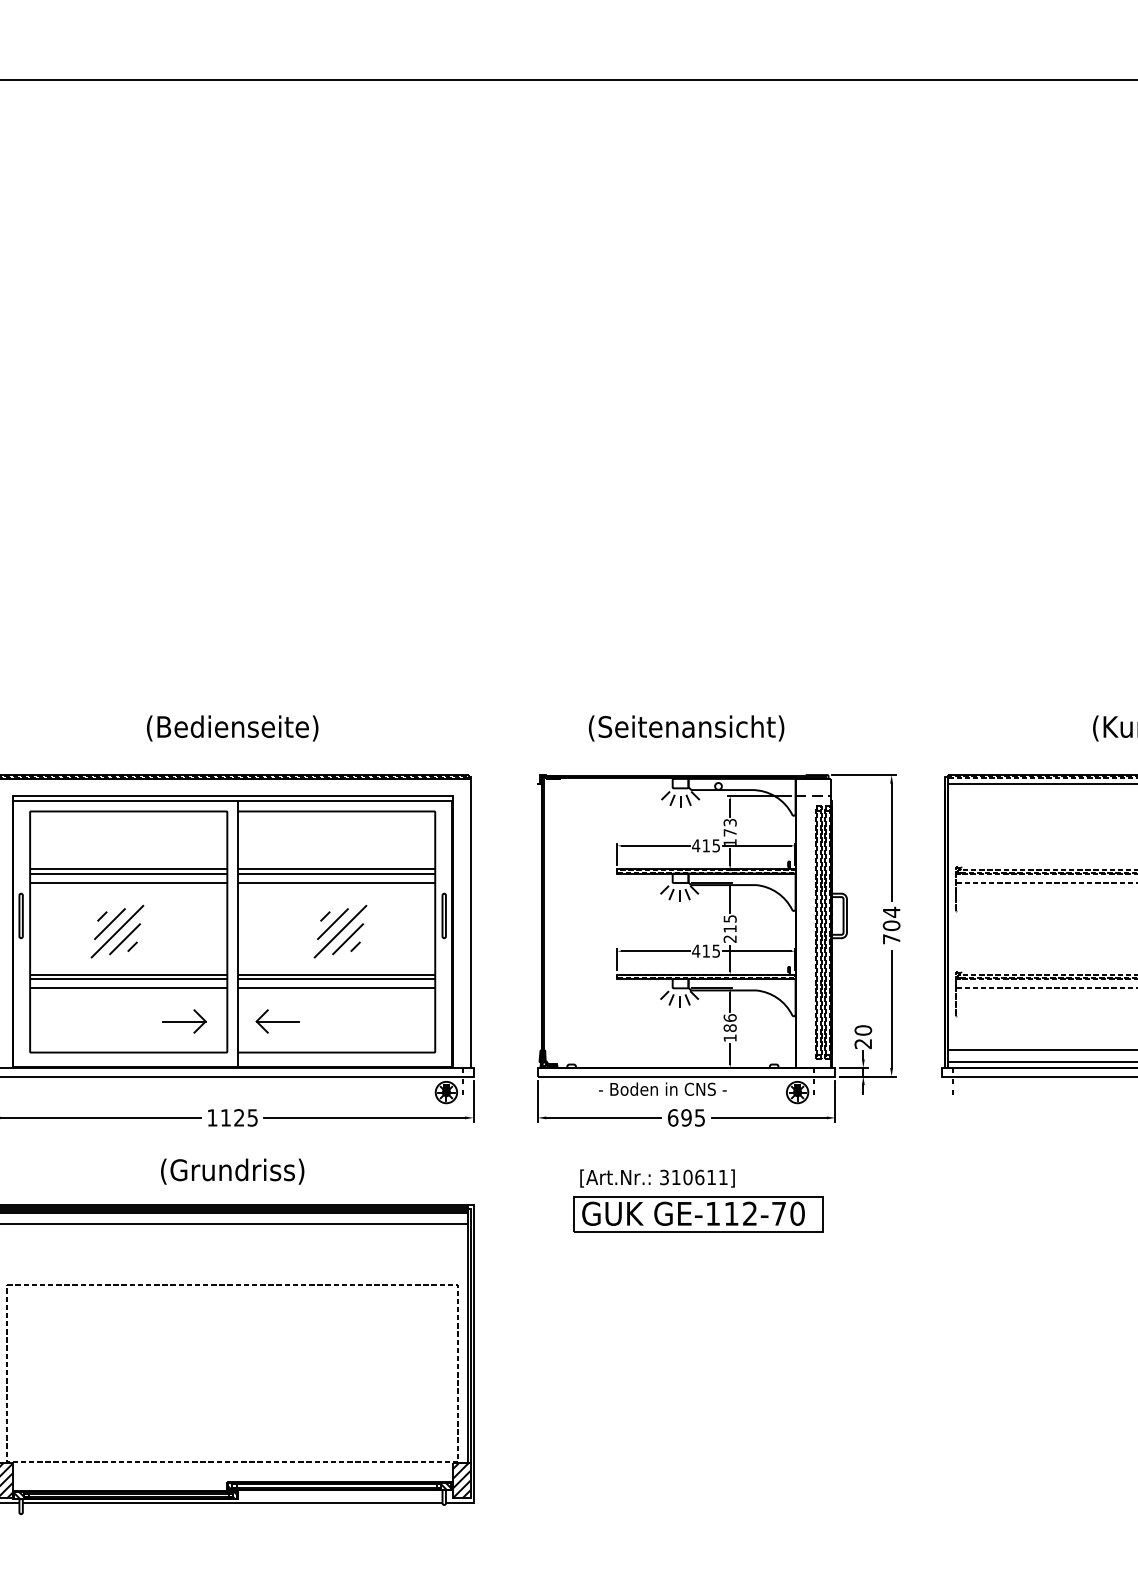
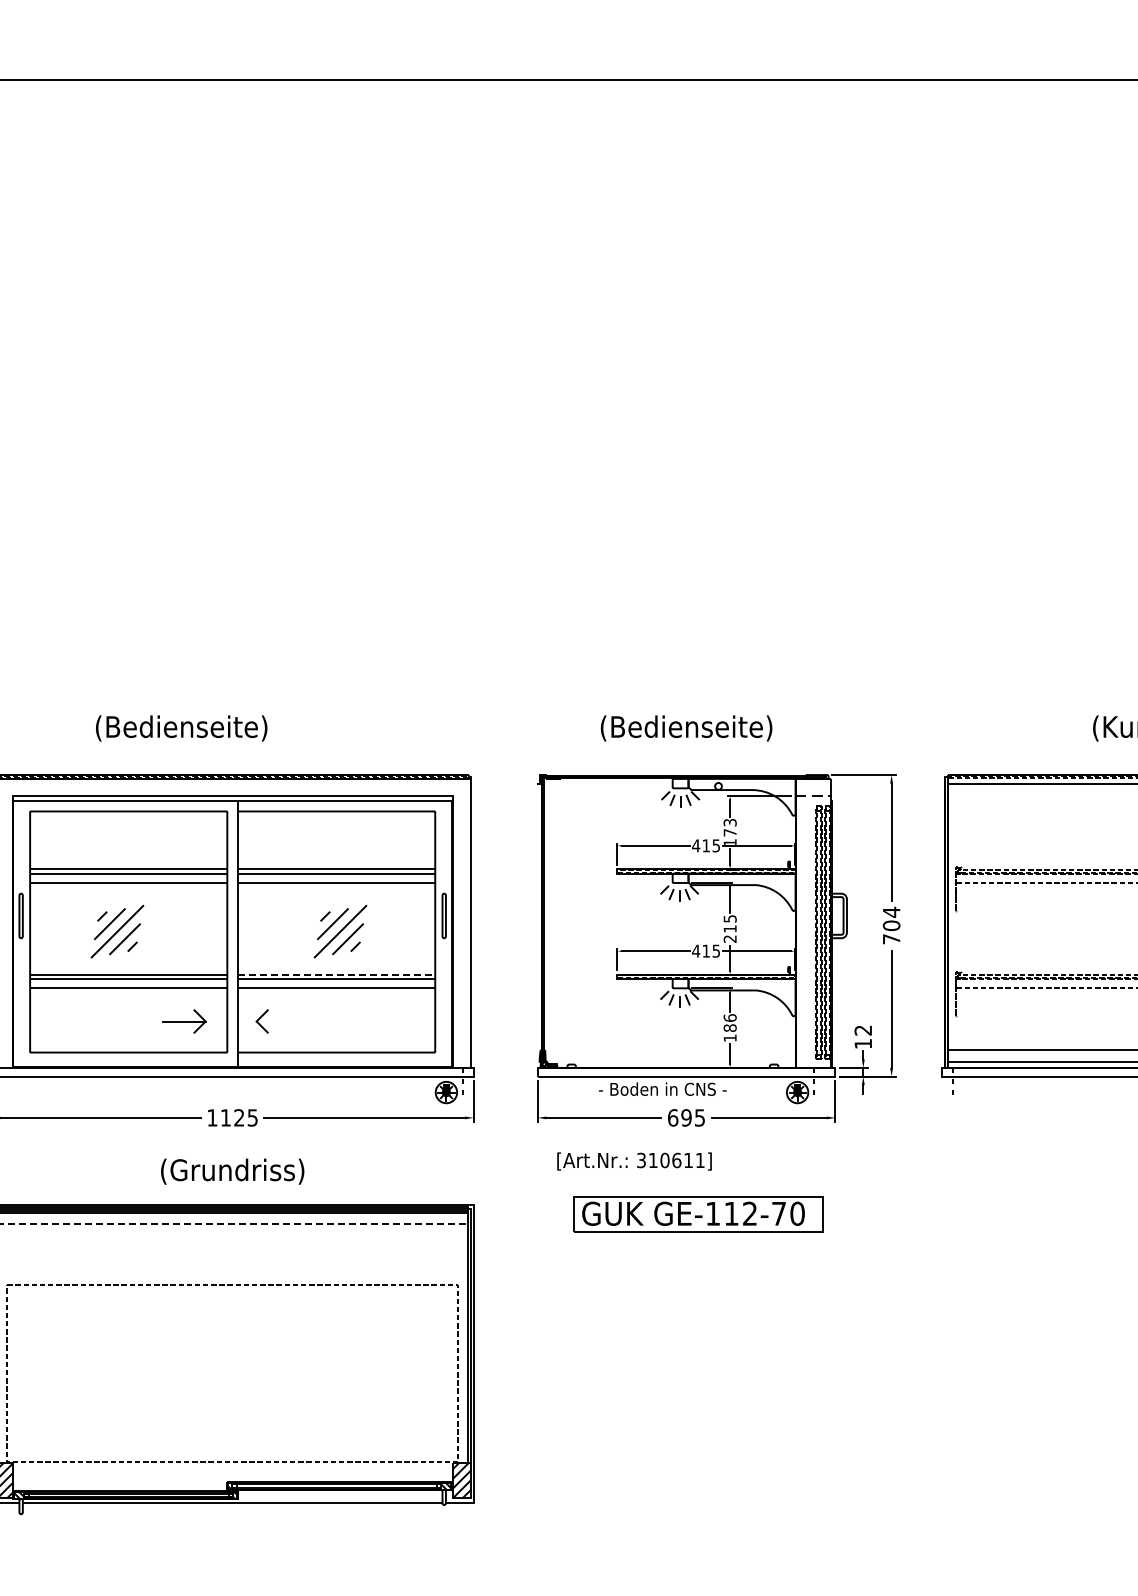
text at (232, 728) position: (232, 728) -> (181, 728)
text at (686, 728): (Seitenansicht) -> (Bedienseite)
line at (336, 974): solid -> dashed
line at (277, 1021): present -> none
text at (863, 1037): 20 -> 12
text at (657, 1178) position: (657, 1178) -> (634, 1161)
line at (240, 1224): solid -> dashed
